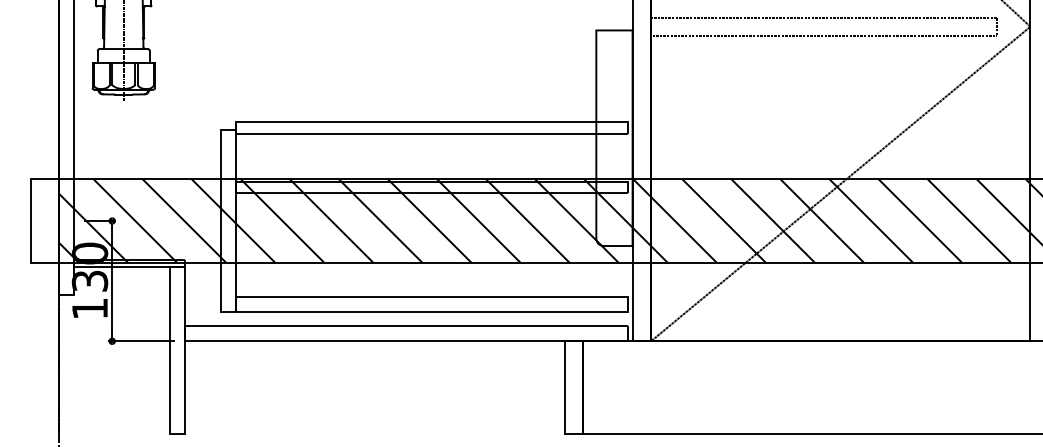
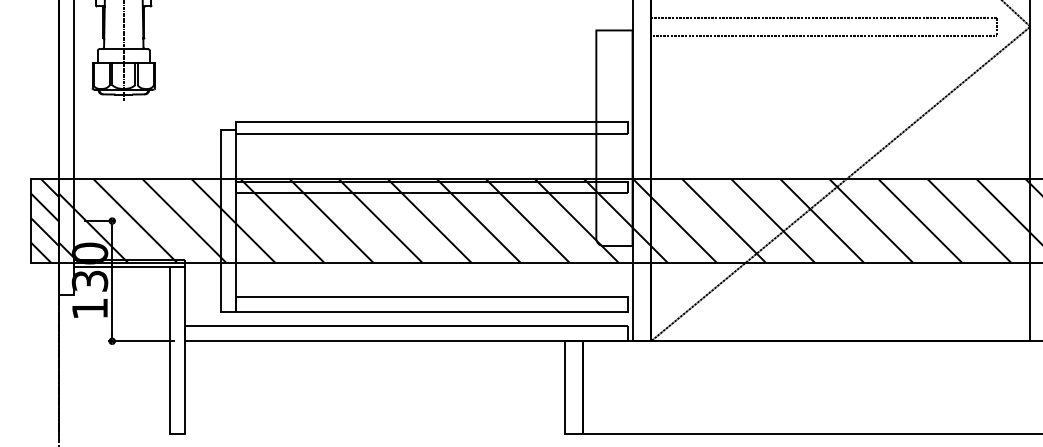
hatch at (45, 220): none -> present
